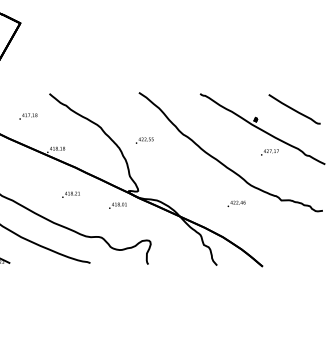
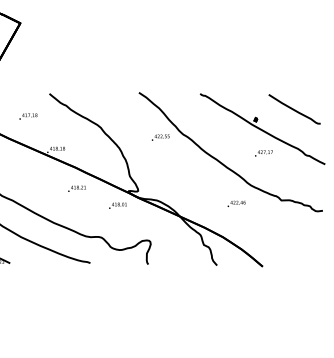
text at (144, 140) position: (144, 140) -> (160, 137)
text at (269, 152) position: (269, 152) -> (263, 153)
text at (70, 194) position: (70, 194) -> (76, 188)
